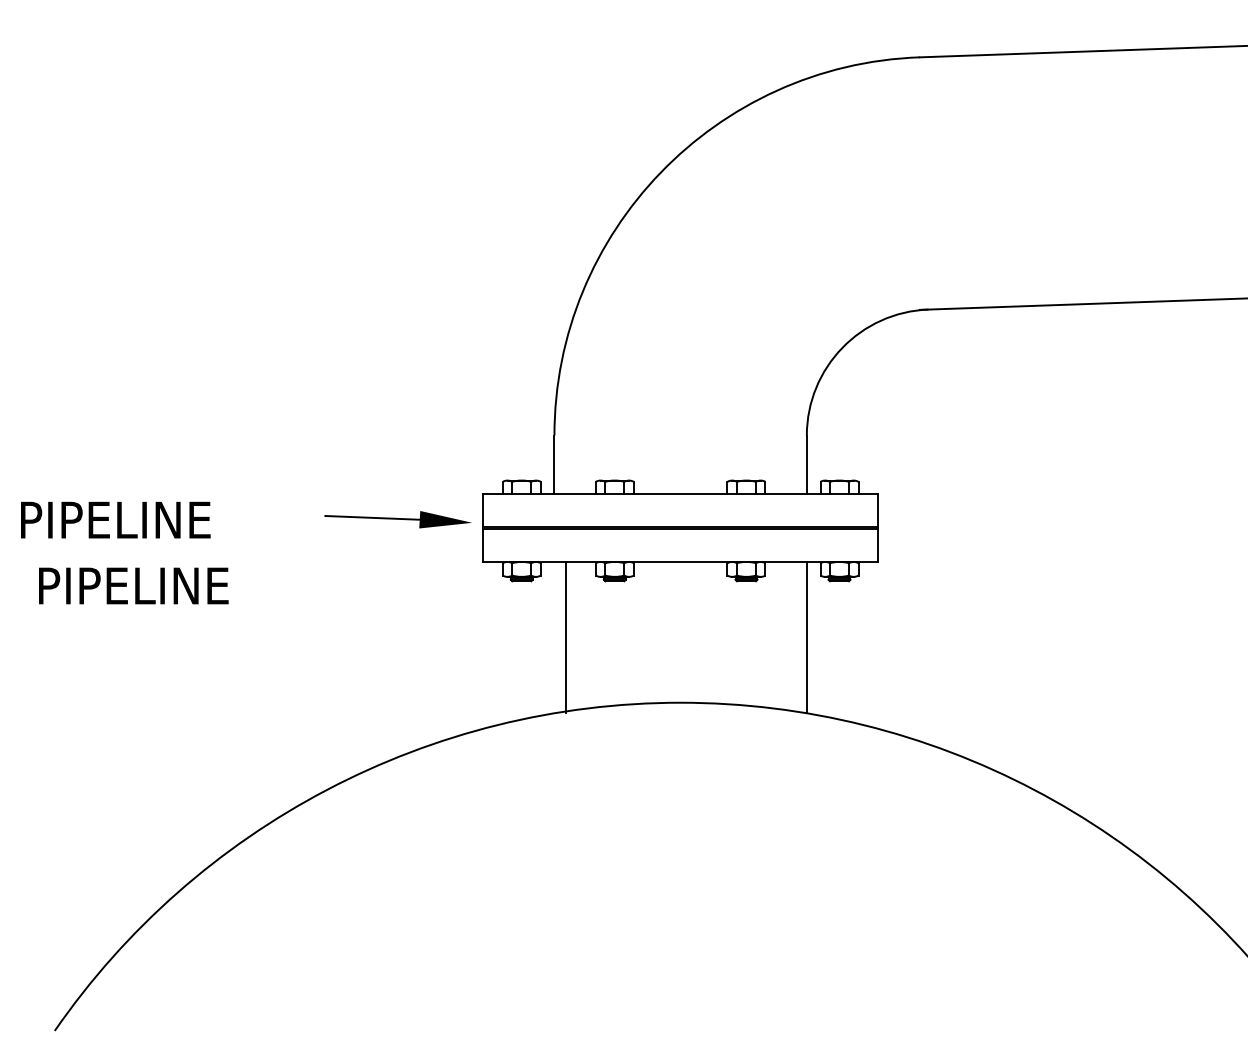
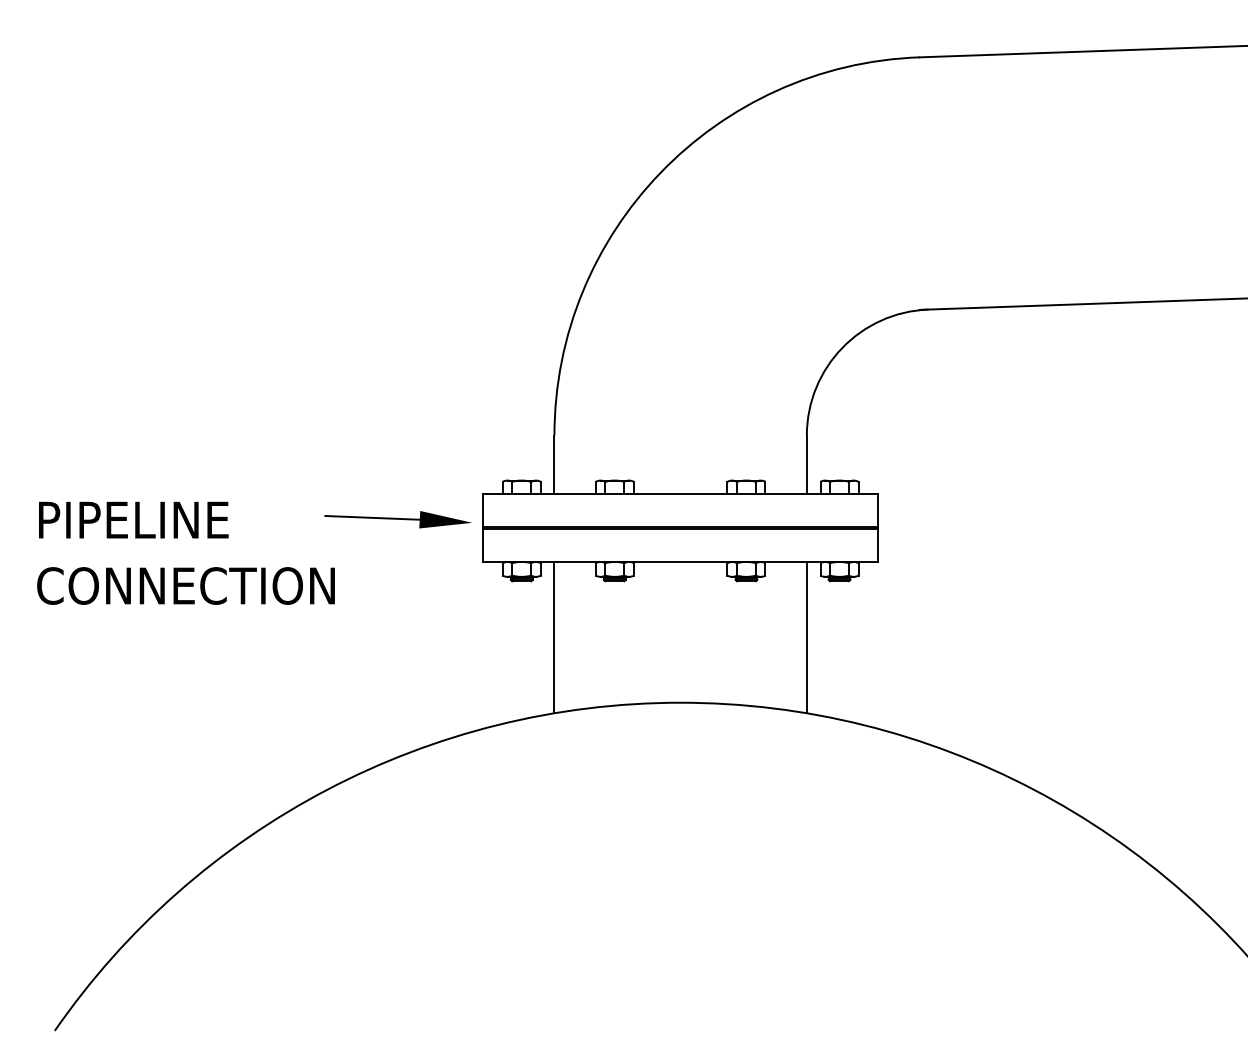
text at (115, 519) position: (115, 519) -> (133, 519)
text at (185, 585): PIPELINE -> CONNECTION
line at (566, 637) position: (566, 637) -> (554, 637)
